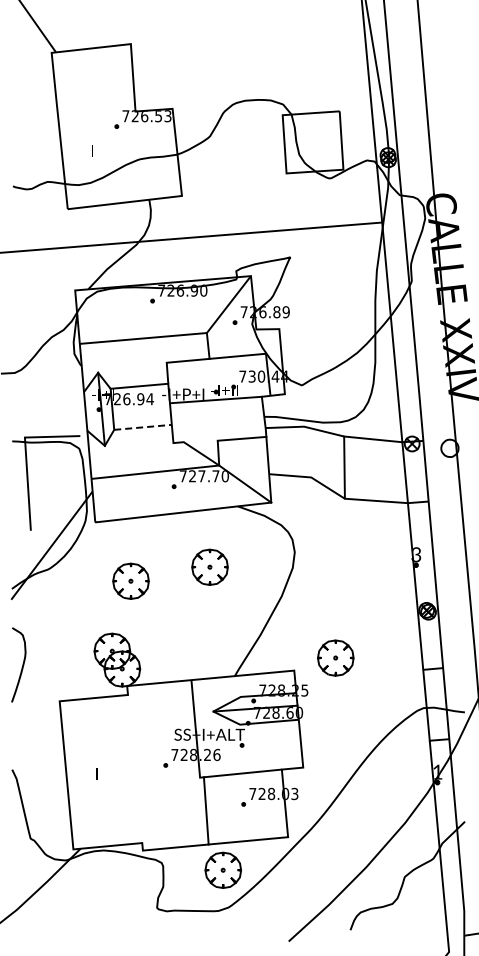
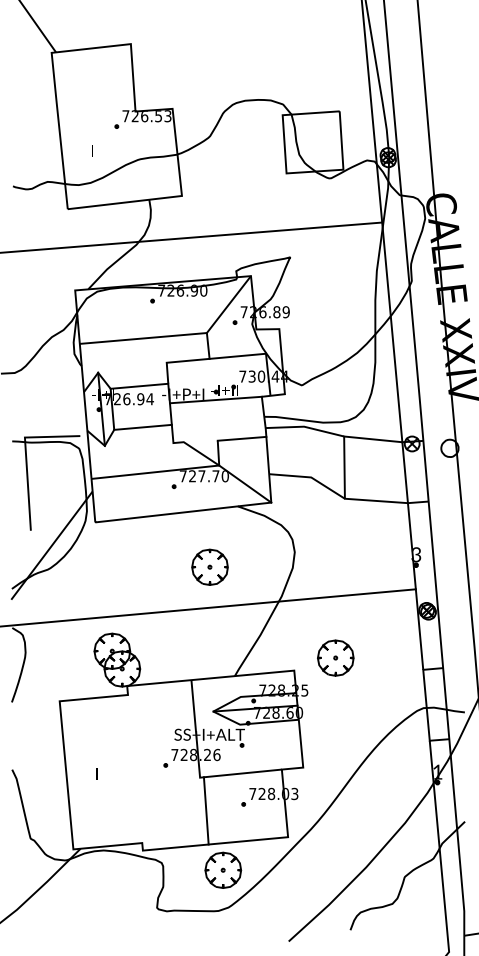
line at (143, 427): dashed -> solid
part at (130, 580): present -> none
line at (208, 607): none -> present
